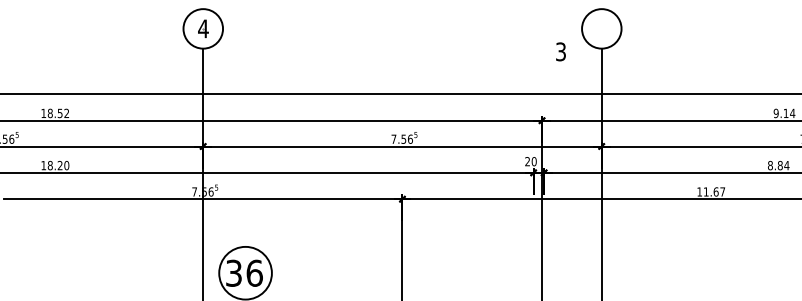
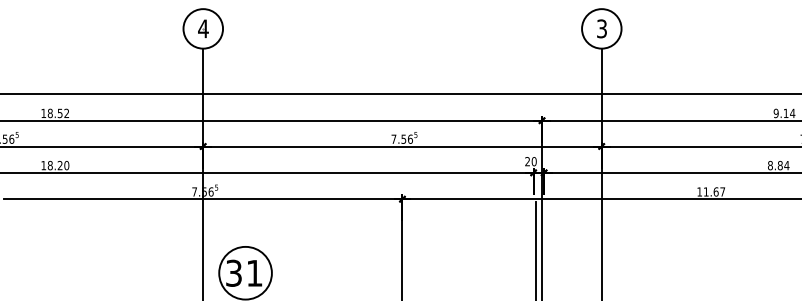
part at (560, 51) position: (560, 51) -> (601, 28)
line at (535, 249): none -> present
text at (254, 272): 36 -> 31
